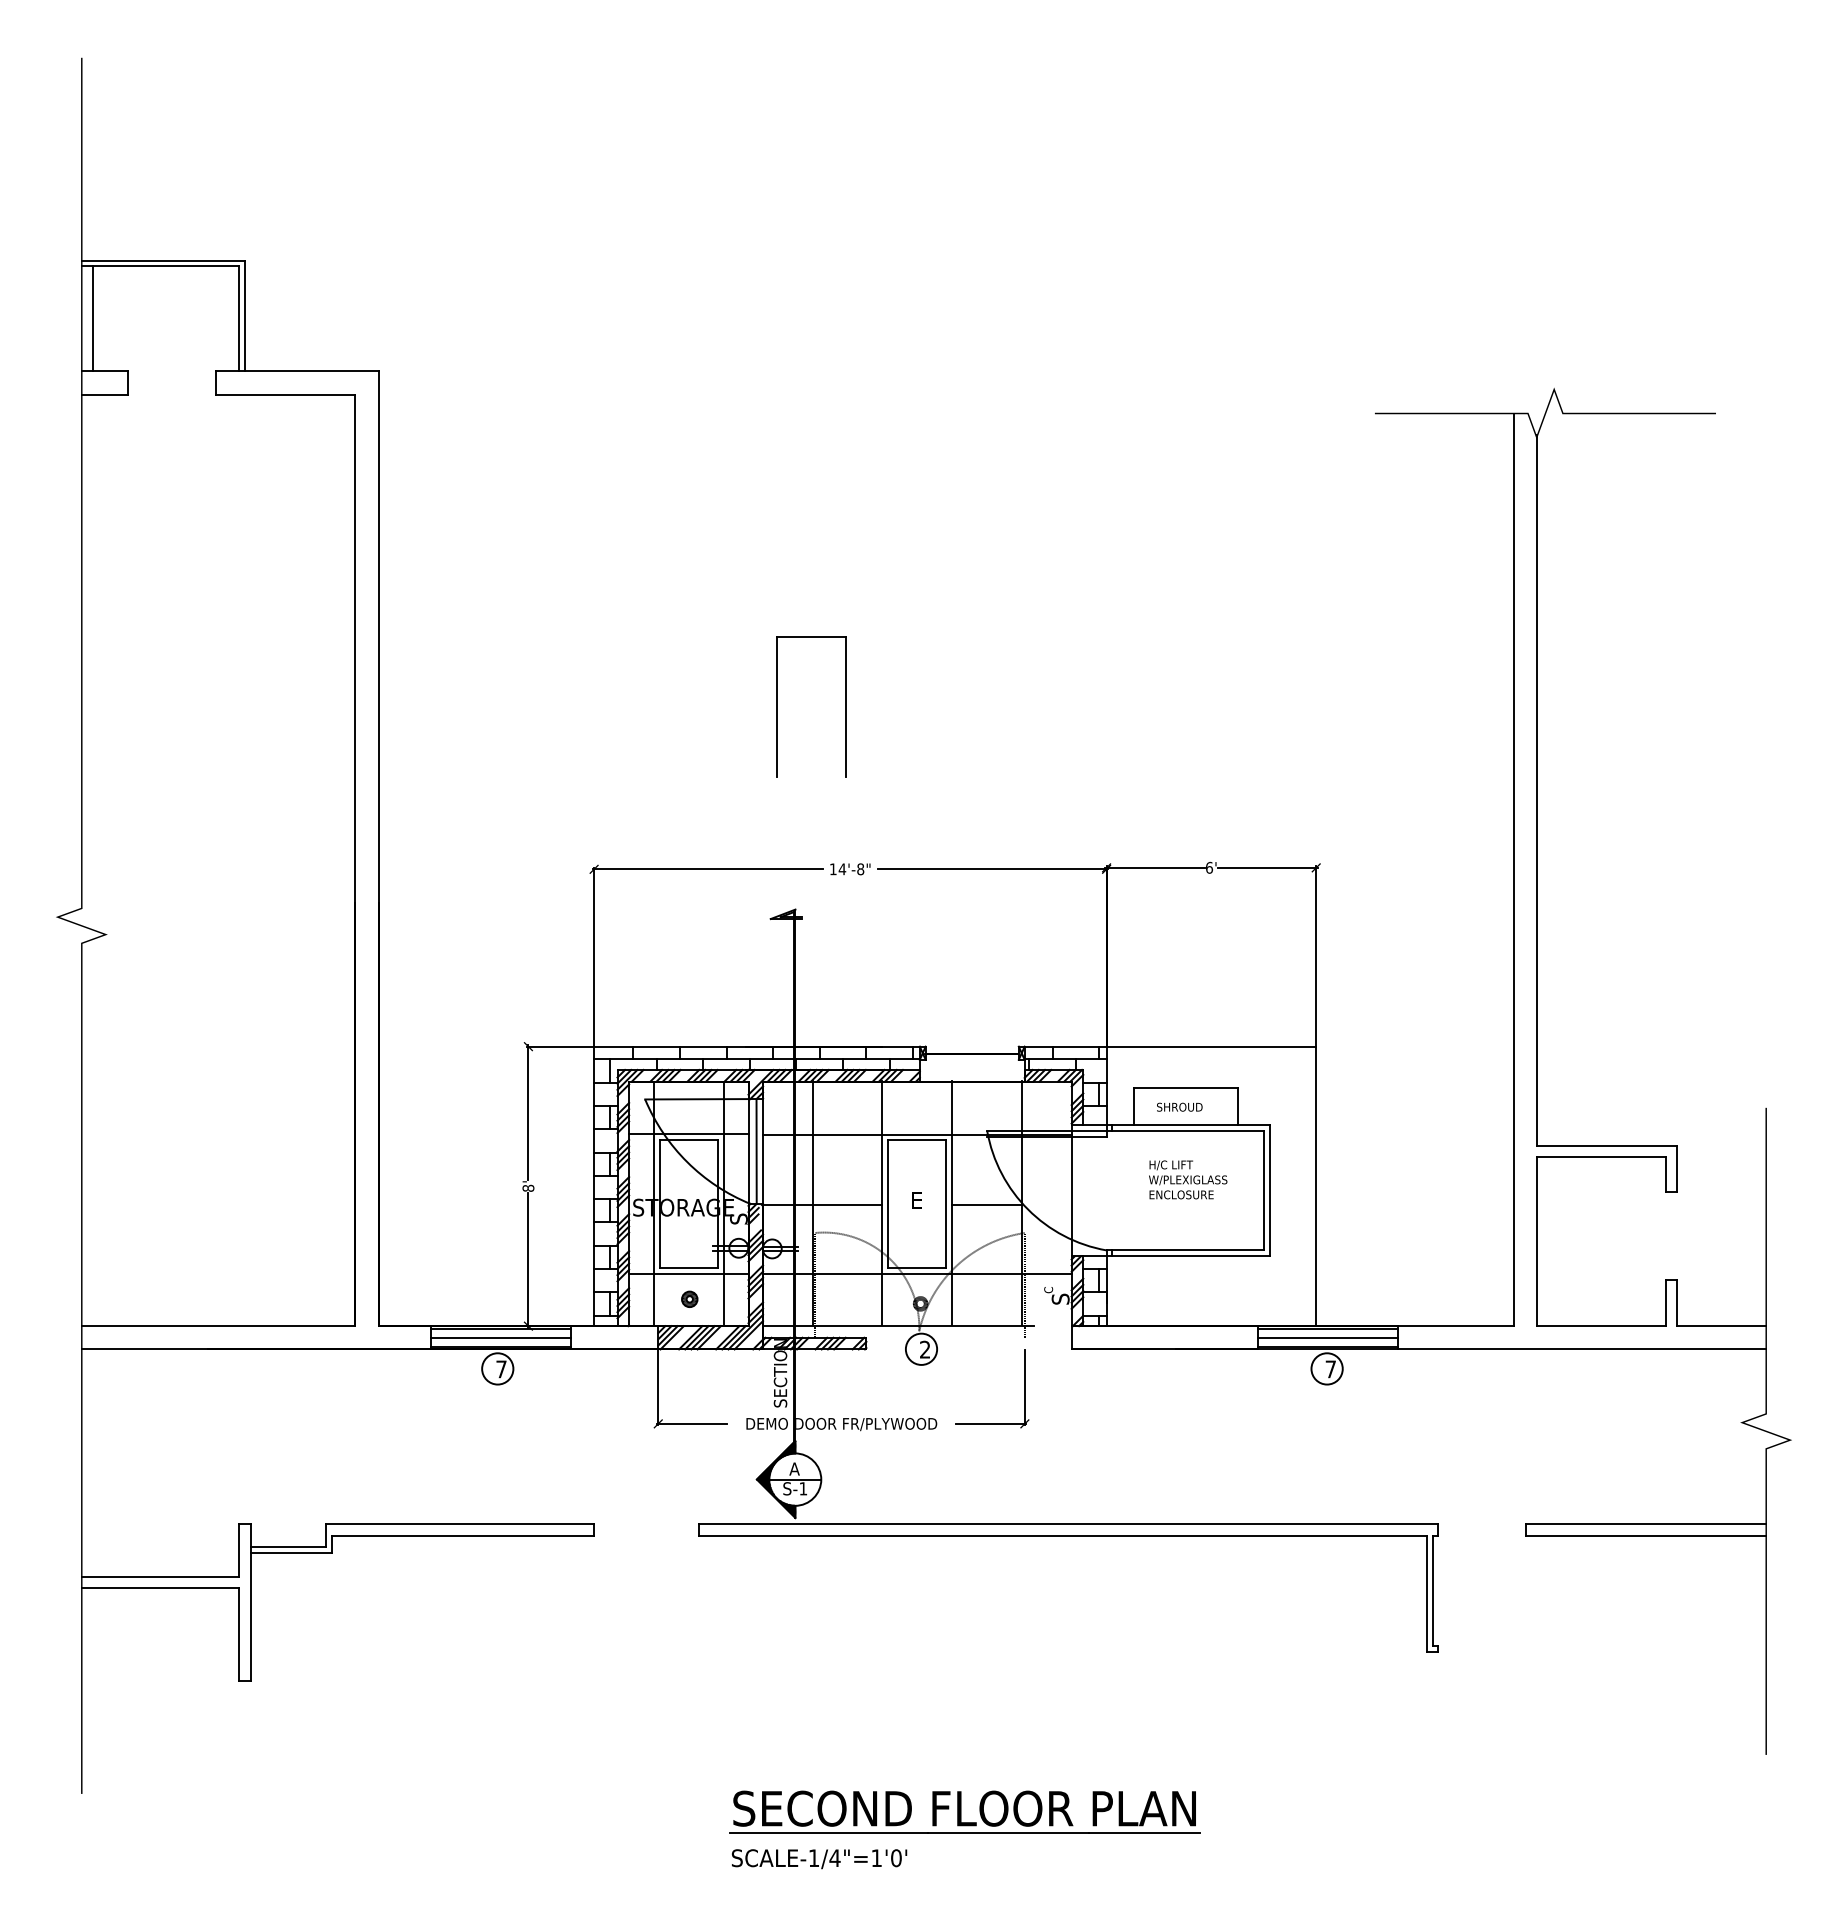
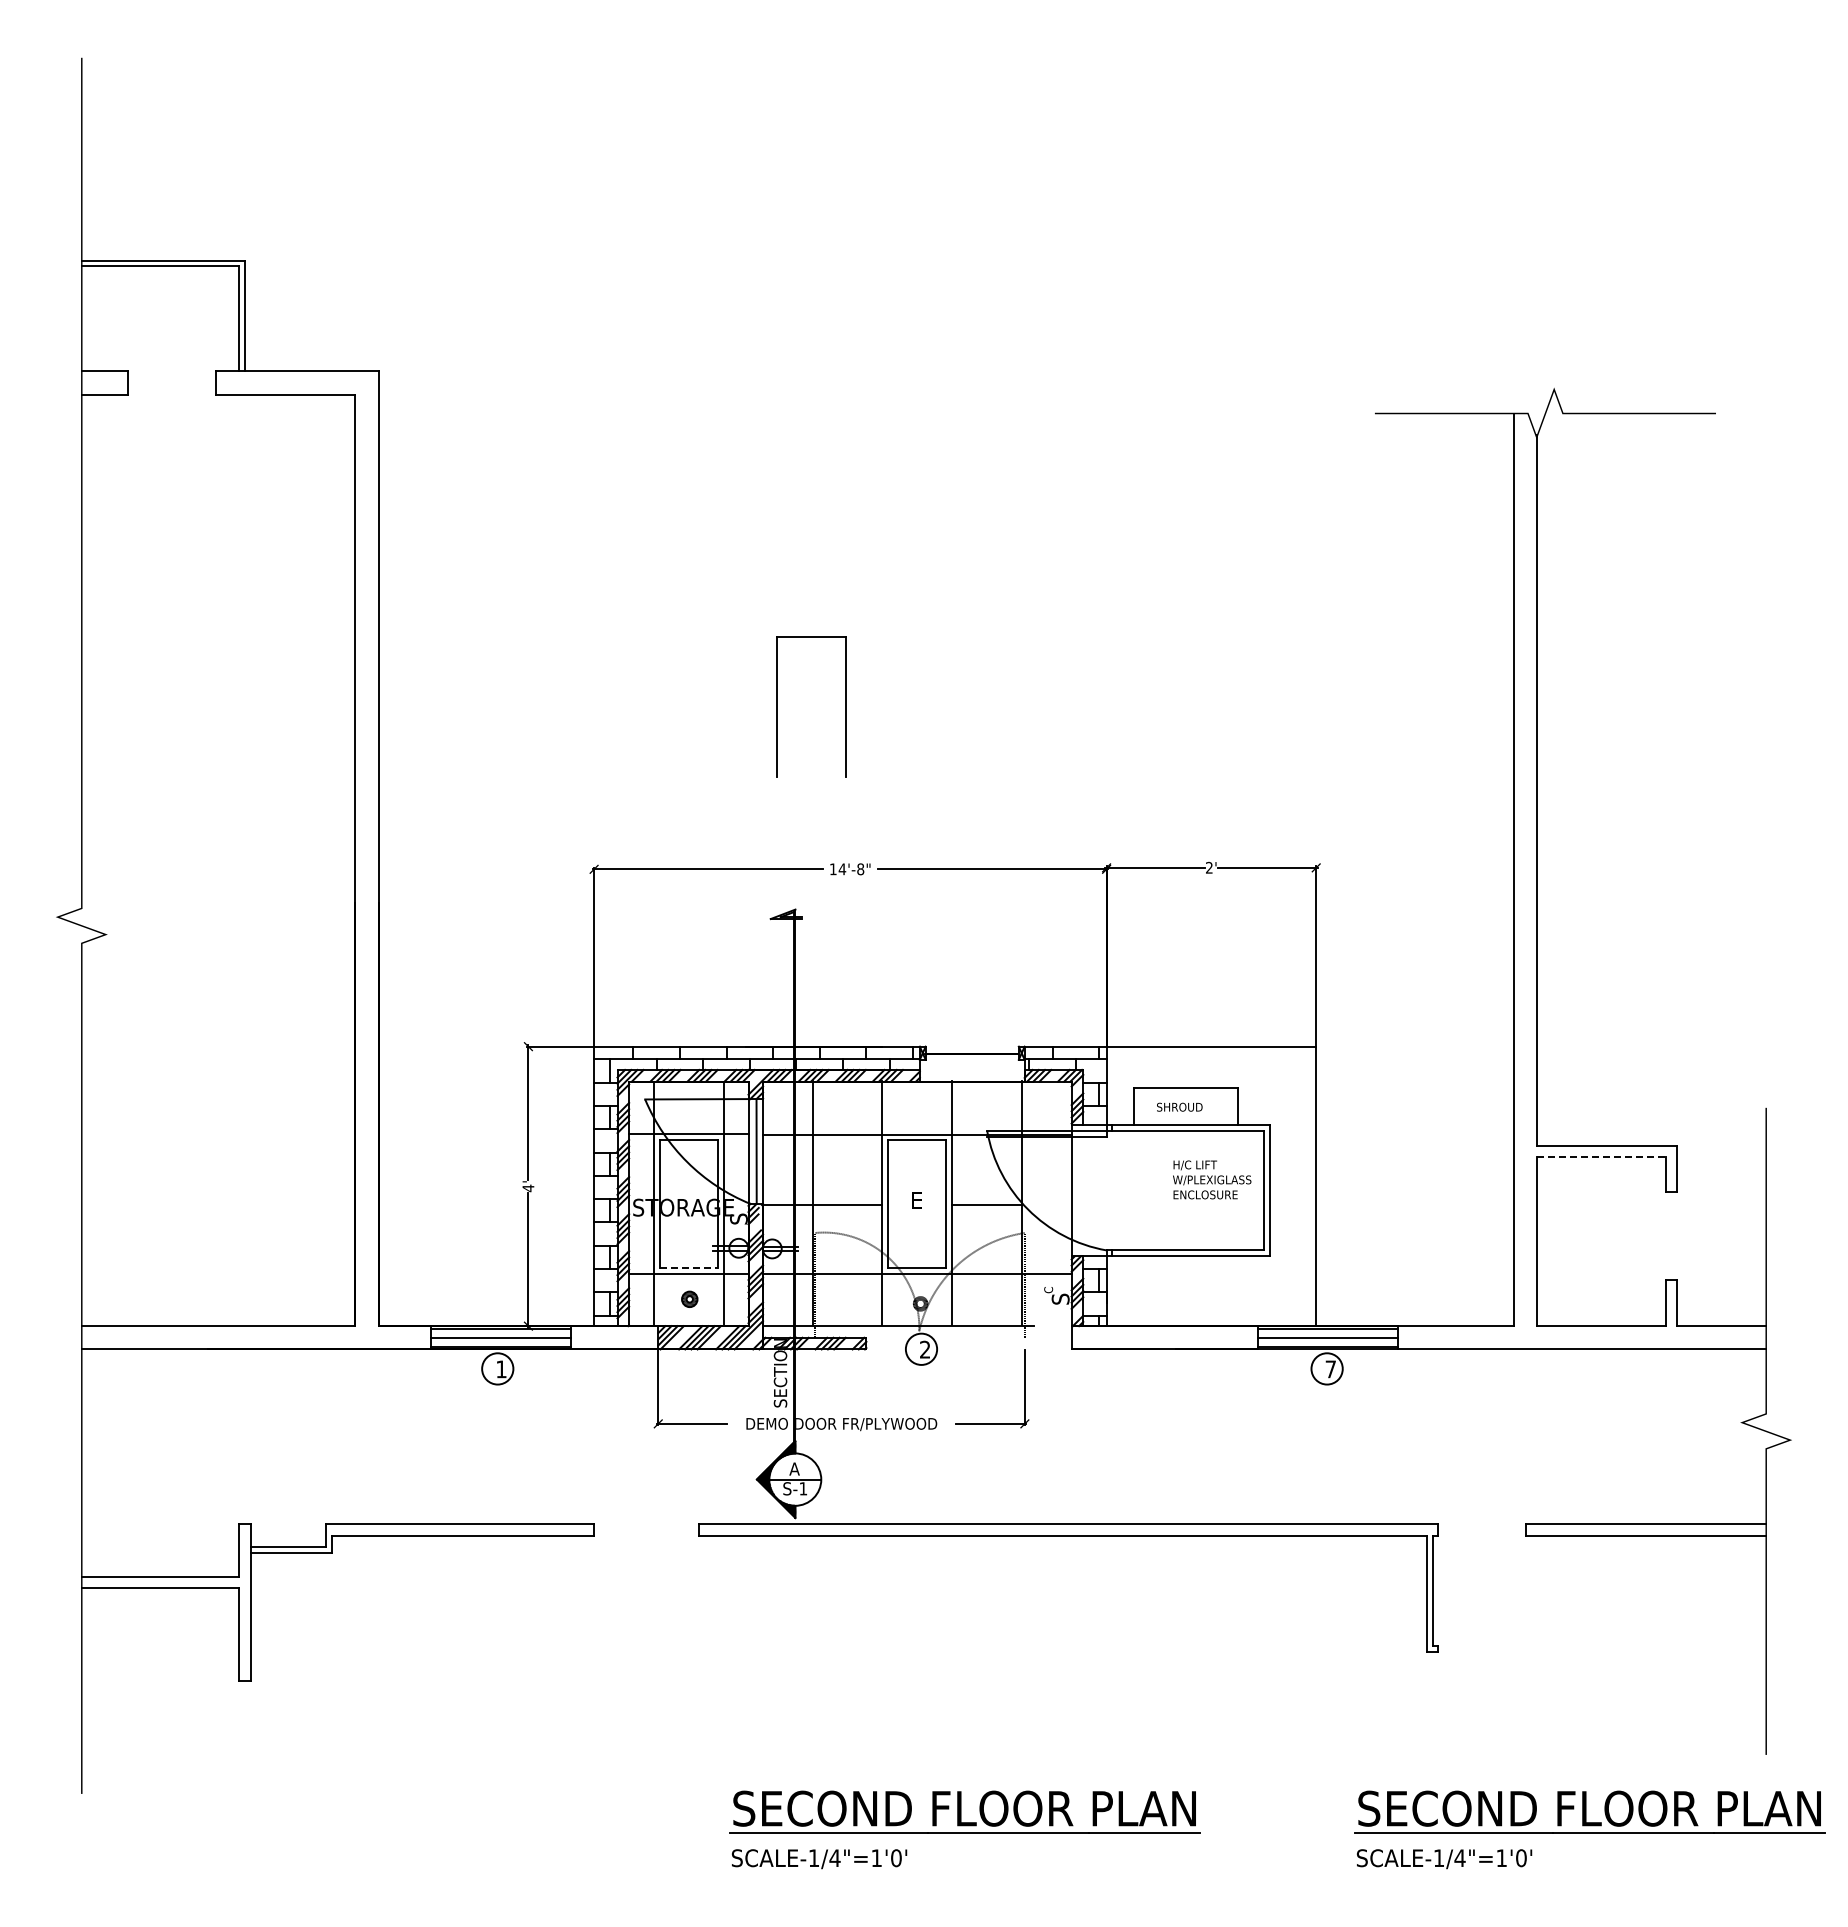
line at (93, 318): present -> none
text at (1209, 867): 6' -> 2'
line at (1602, 1157): solid -> dashed
text at (1188, 1179) position: (1188, 1179) -> (1212, 1179)
text at (528, 1188): 8' -> 4'
line at (689, 1267): solid -> dashed
text at (501, 1369): 7 -> 1
part at (1589, 1829): none -> present
